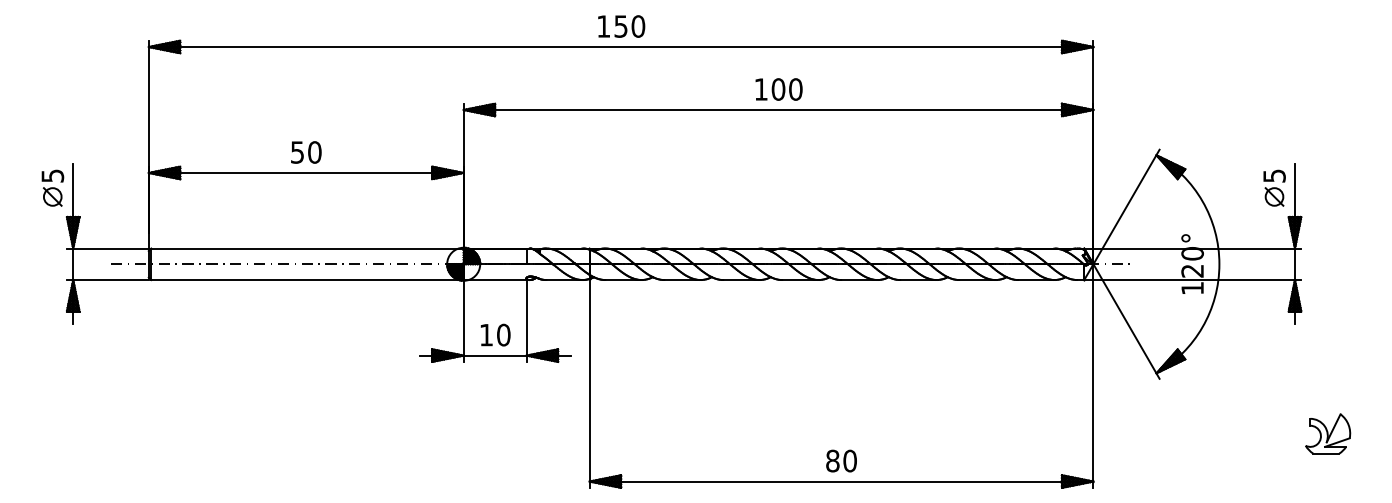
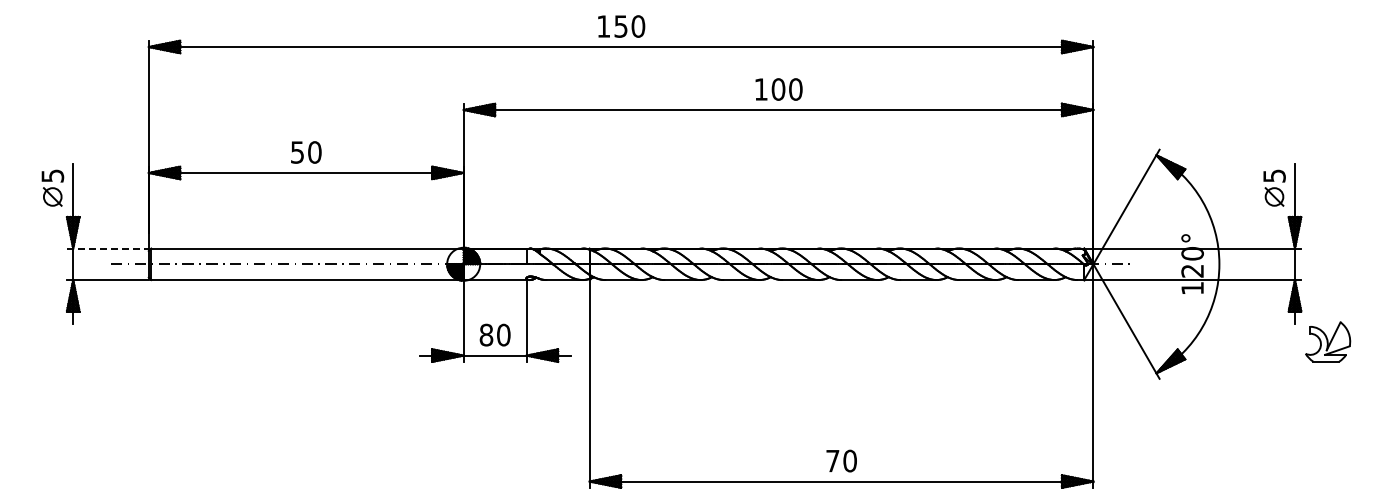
line at (107, 248): solid -> dashed
text at (486, 334): 10 -> 80
part at (1328, 433) position: (1328, 433) -> (1328, 341)
text at (832, 460): 80 -> 70
